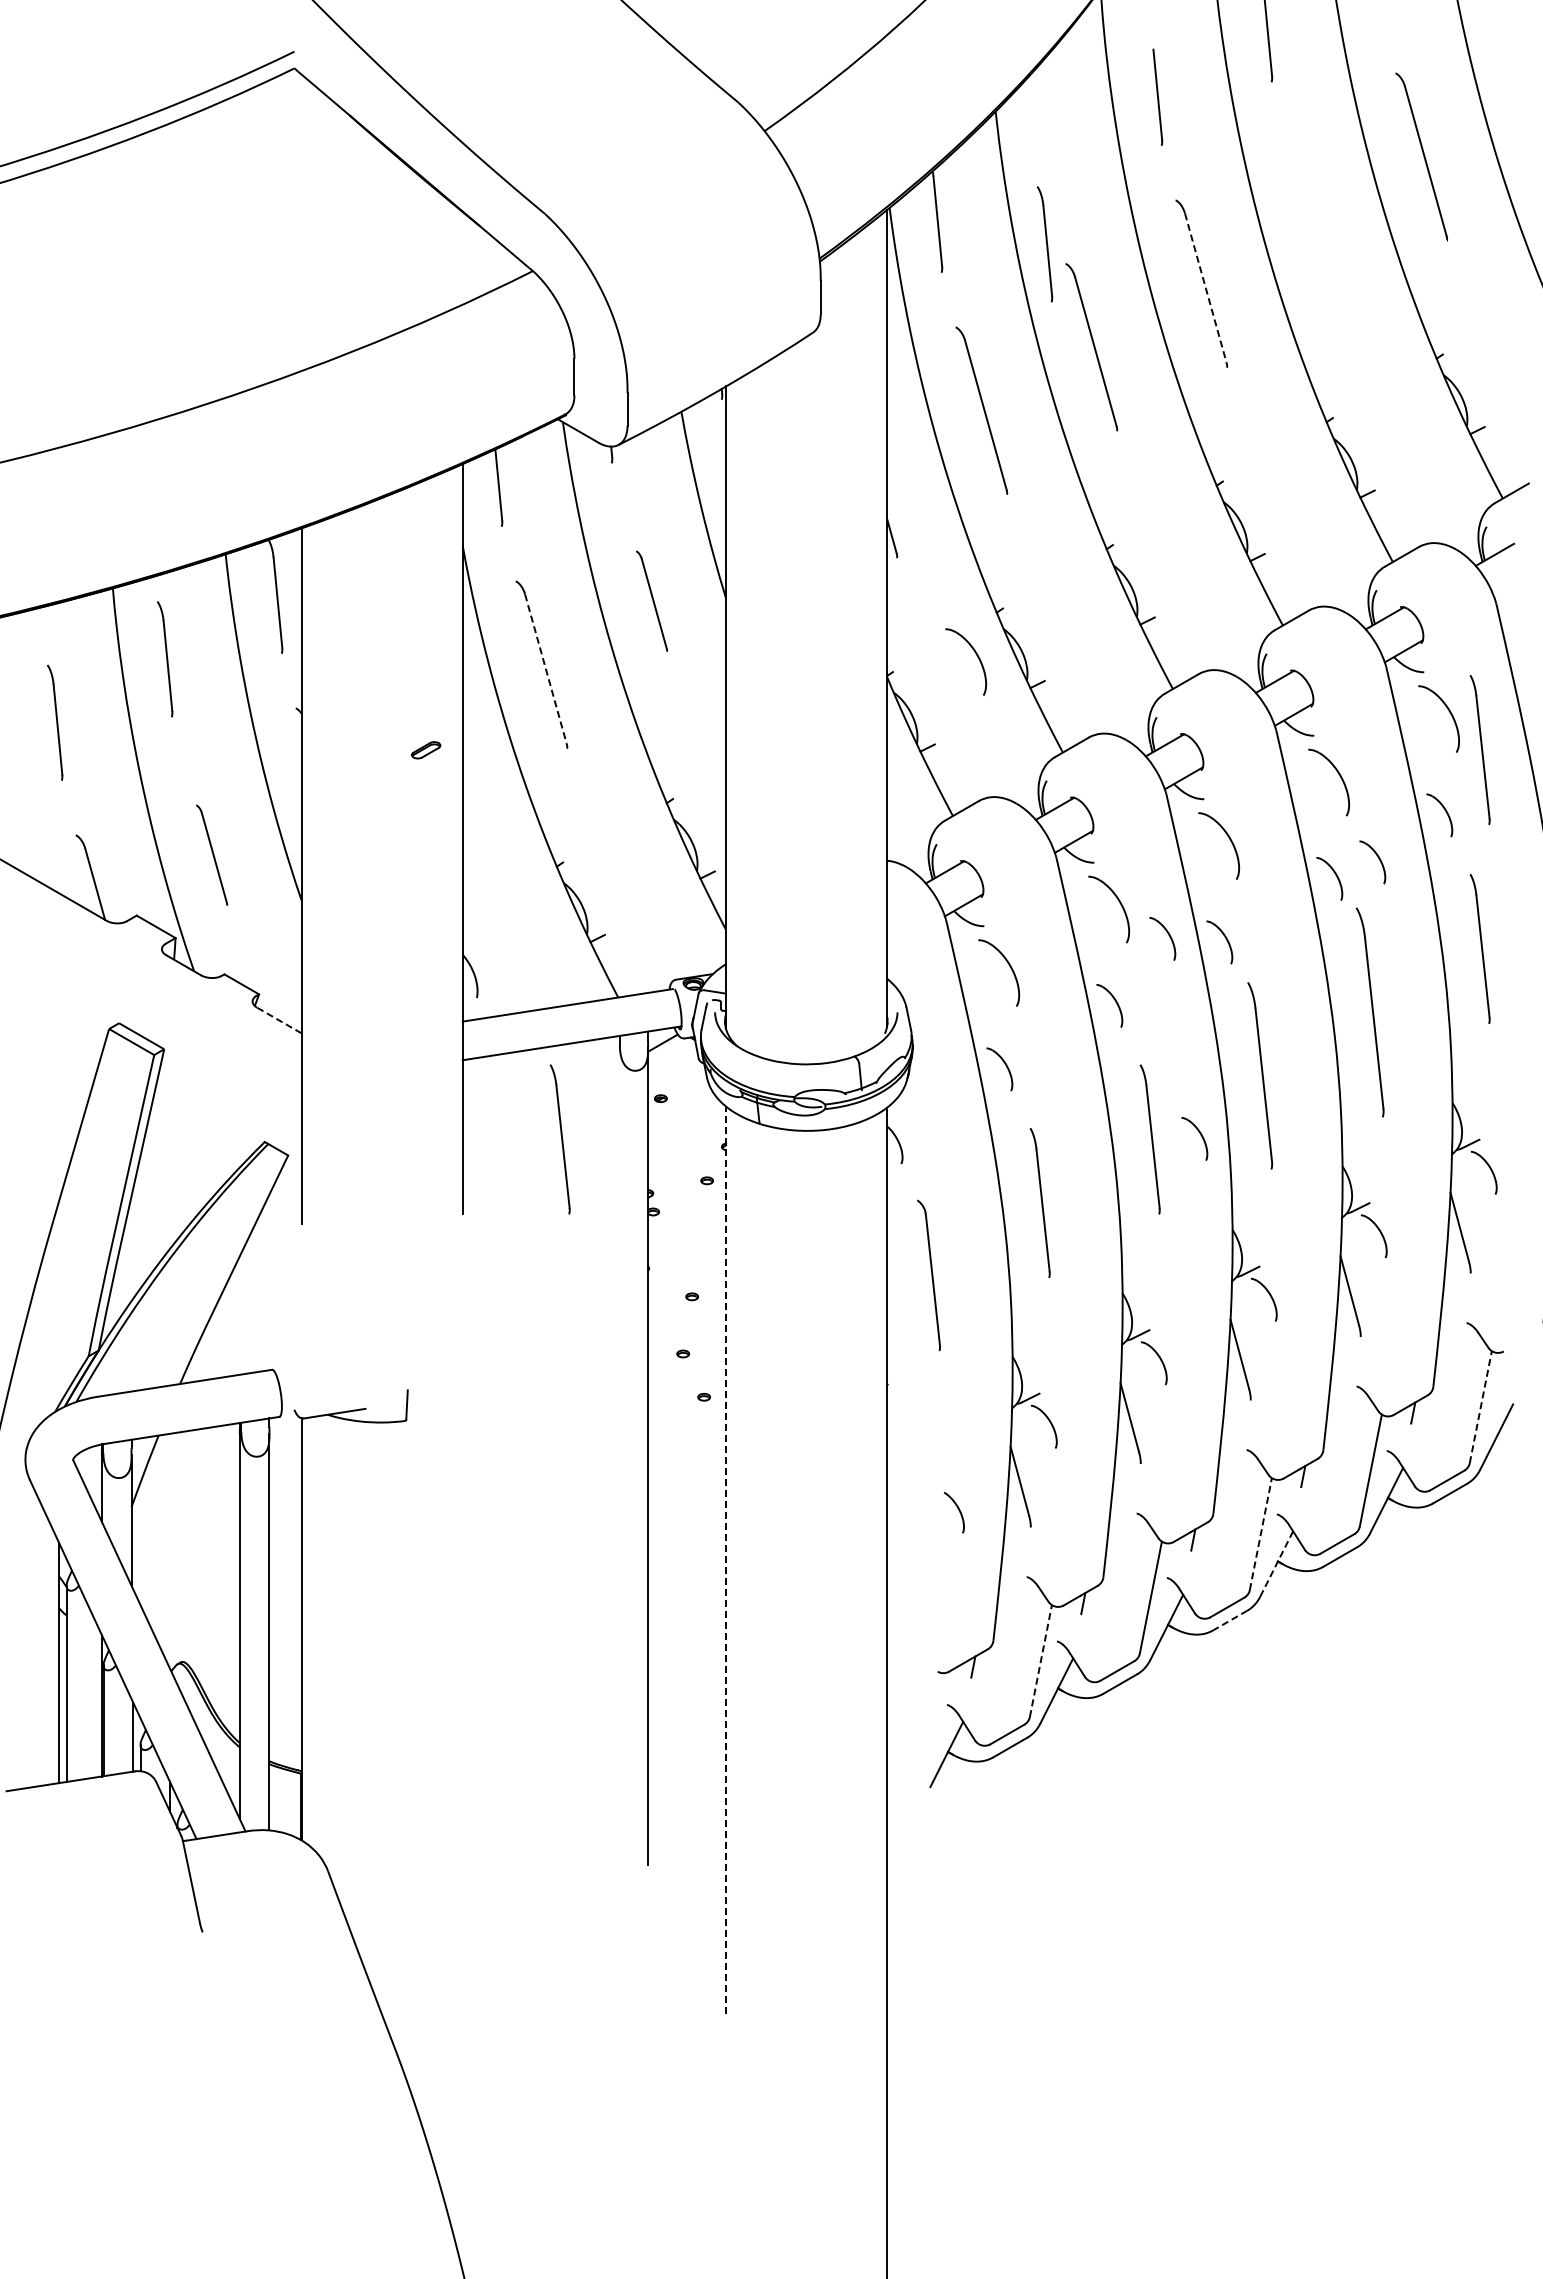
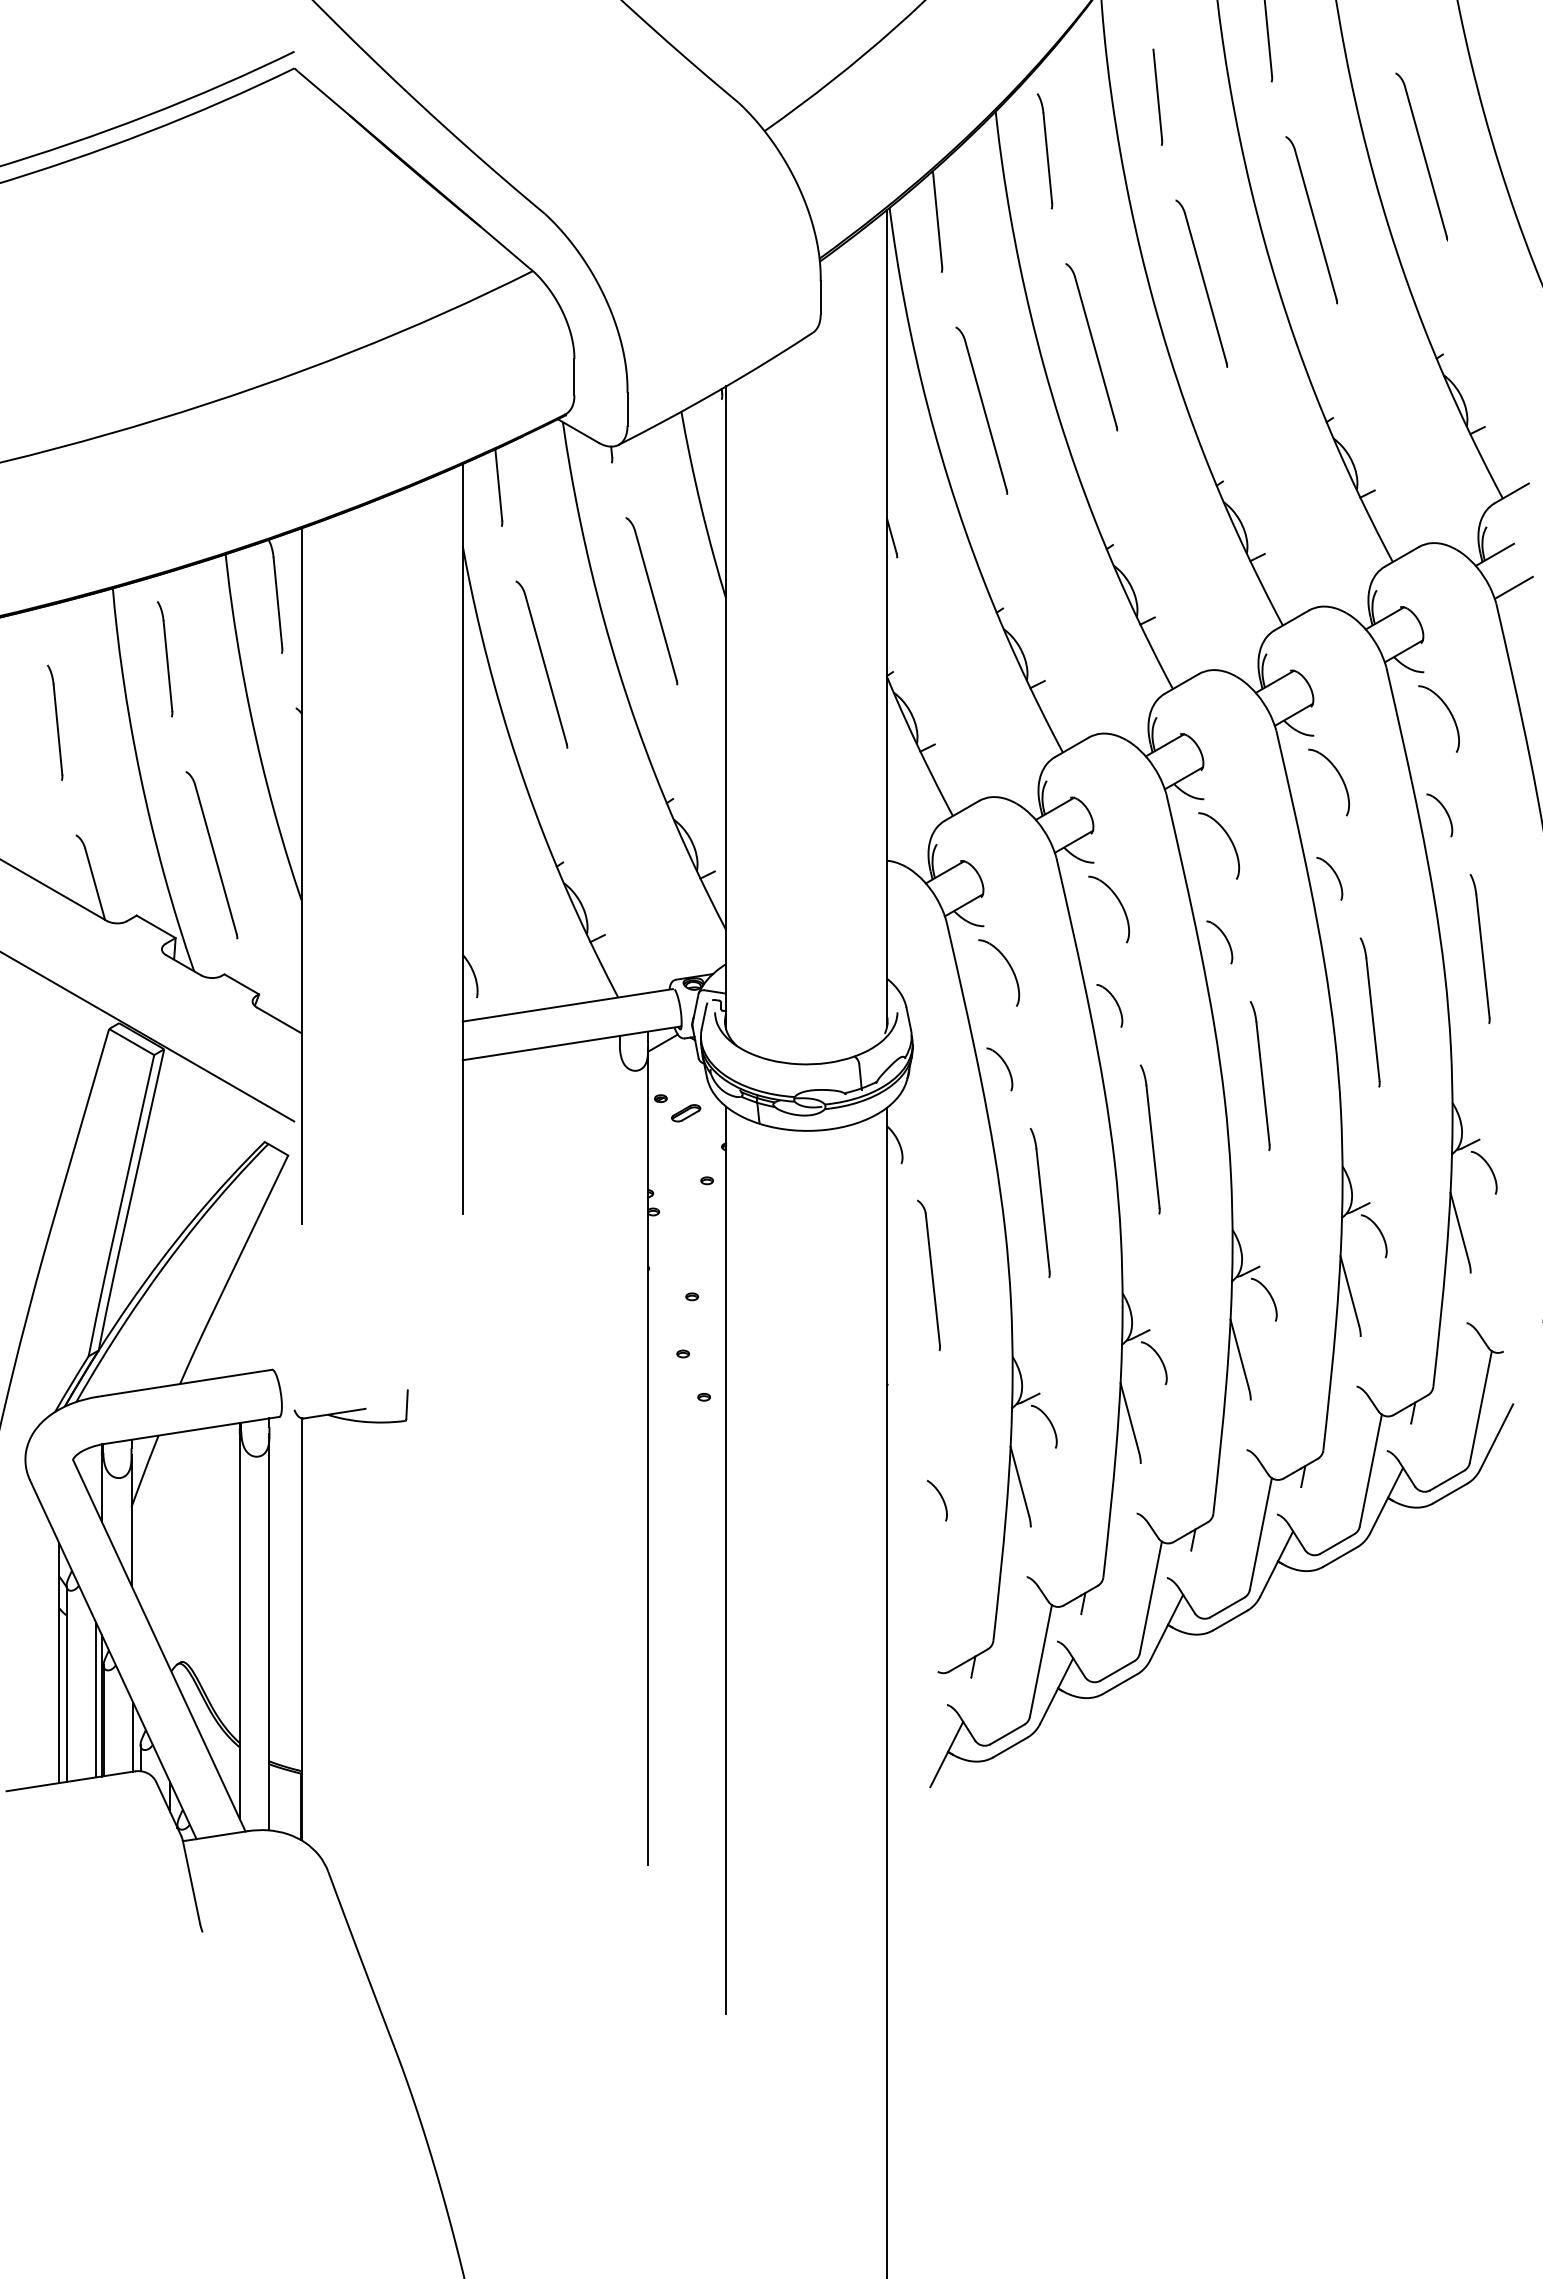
part at (1311, 220): none -> present
part at (1044, 244) position: (1044, 244) -> (1044, 151)
line at (1205, 288): dashed -> solid
line at (1513, 587): none -> present
part at (651, 600) size: 32x102 px -> 54x169 px
part at (976, 655): present -> none
line at (546, 669): dashed -> solid
part at (426, 750) position: (426, 750) -> (686, 1113)
part at (1479, 750): present -> none
part at (212, 854) size: 33x102 px -> 54x169 px
part at (1378, 859): present -> none
part at (1168, 935): present -> none
part at (1369, 1012) size: 30x211 px -> 22x151 px
line at (279, 1020): dashed -> solid
line at (148, 1036): none -> present
part at (1260, 1075) size: 27x188 px -> 22x151 px
part at (1200, 1135): present -> none
part at (559, 1139): present -> none
line at (1480, 1406): dashed -> solid
curve at (958, 1510) position: (958, 1510) -> (941, 1498)
line at (1260, 1533): dashed -> solid
line at (726, 1560): dashed -> solid
line at (1276, 1563): dashed -> solid
line at (1230, 1620): dashed -> solid
line at (1041, 1660): dashed -> solid
line at (96, 1699): none -> present
